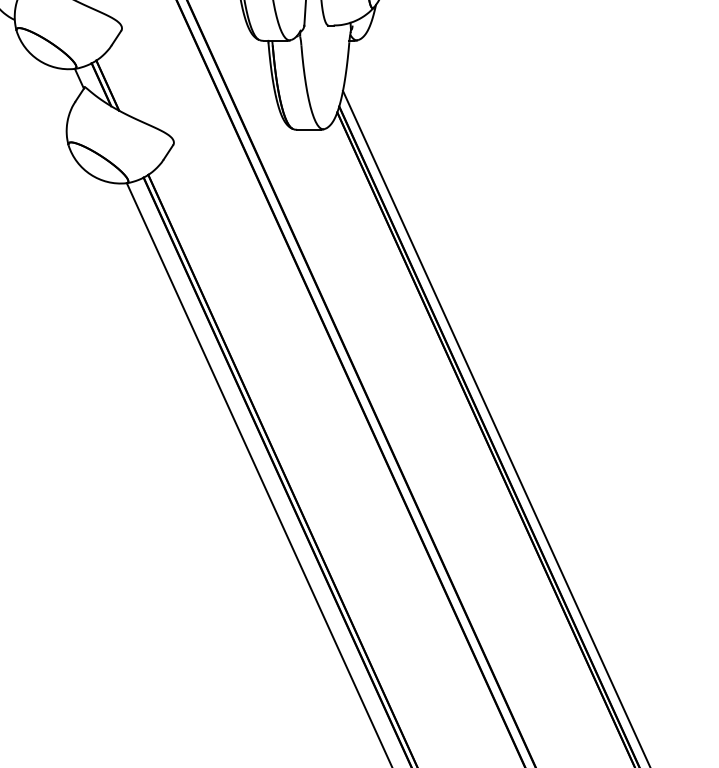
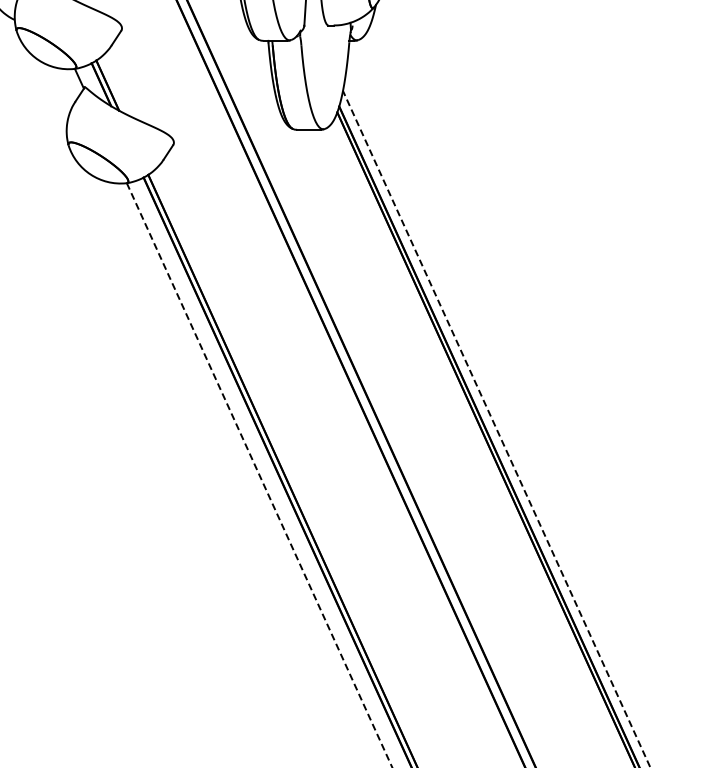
line at (496, 428): solid -> dashed
line at (259, 475): solid -> dashed
